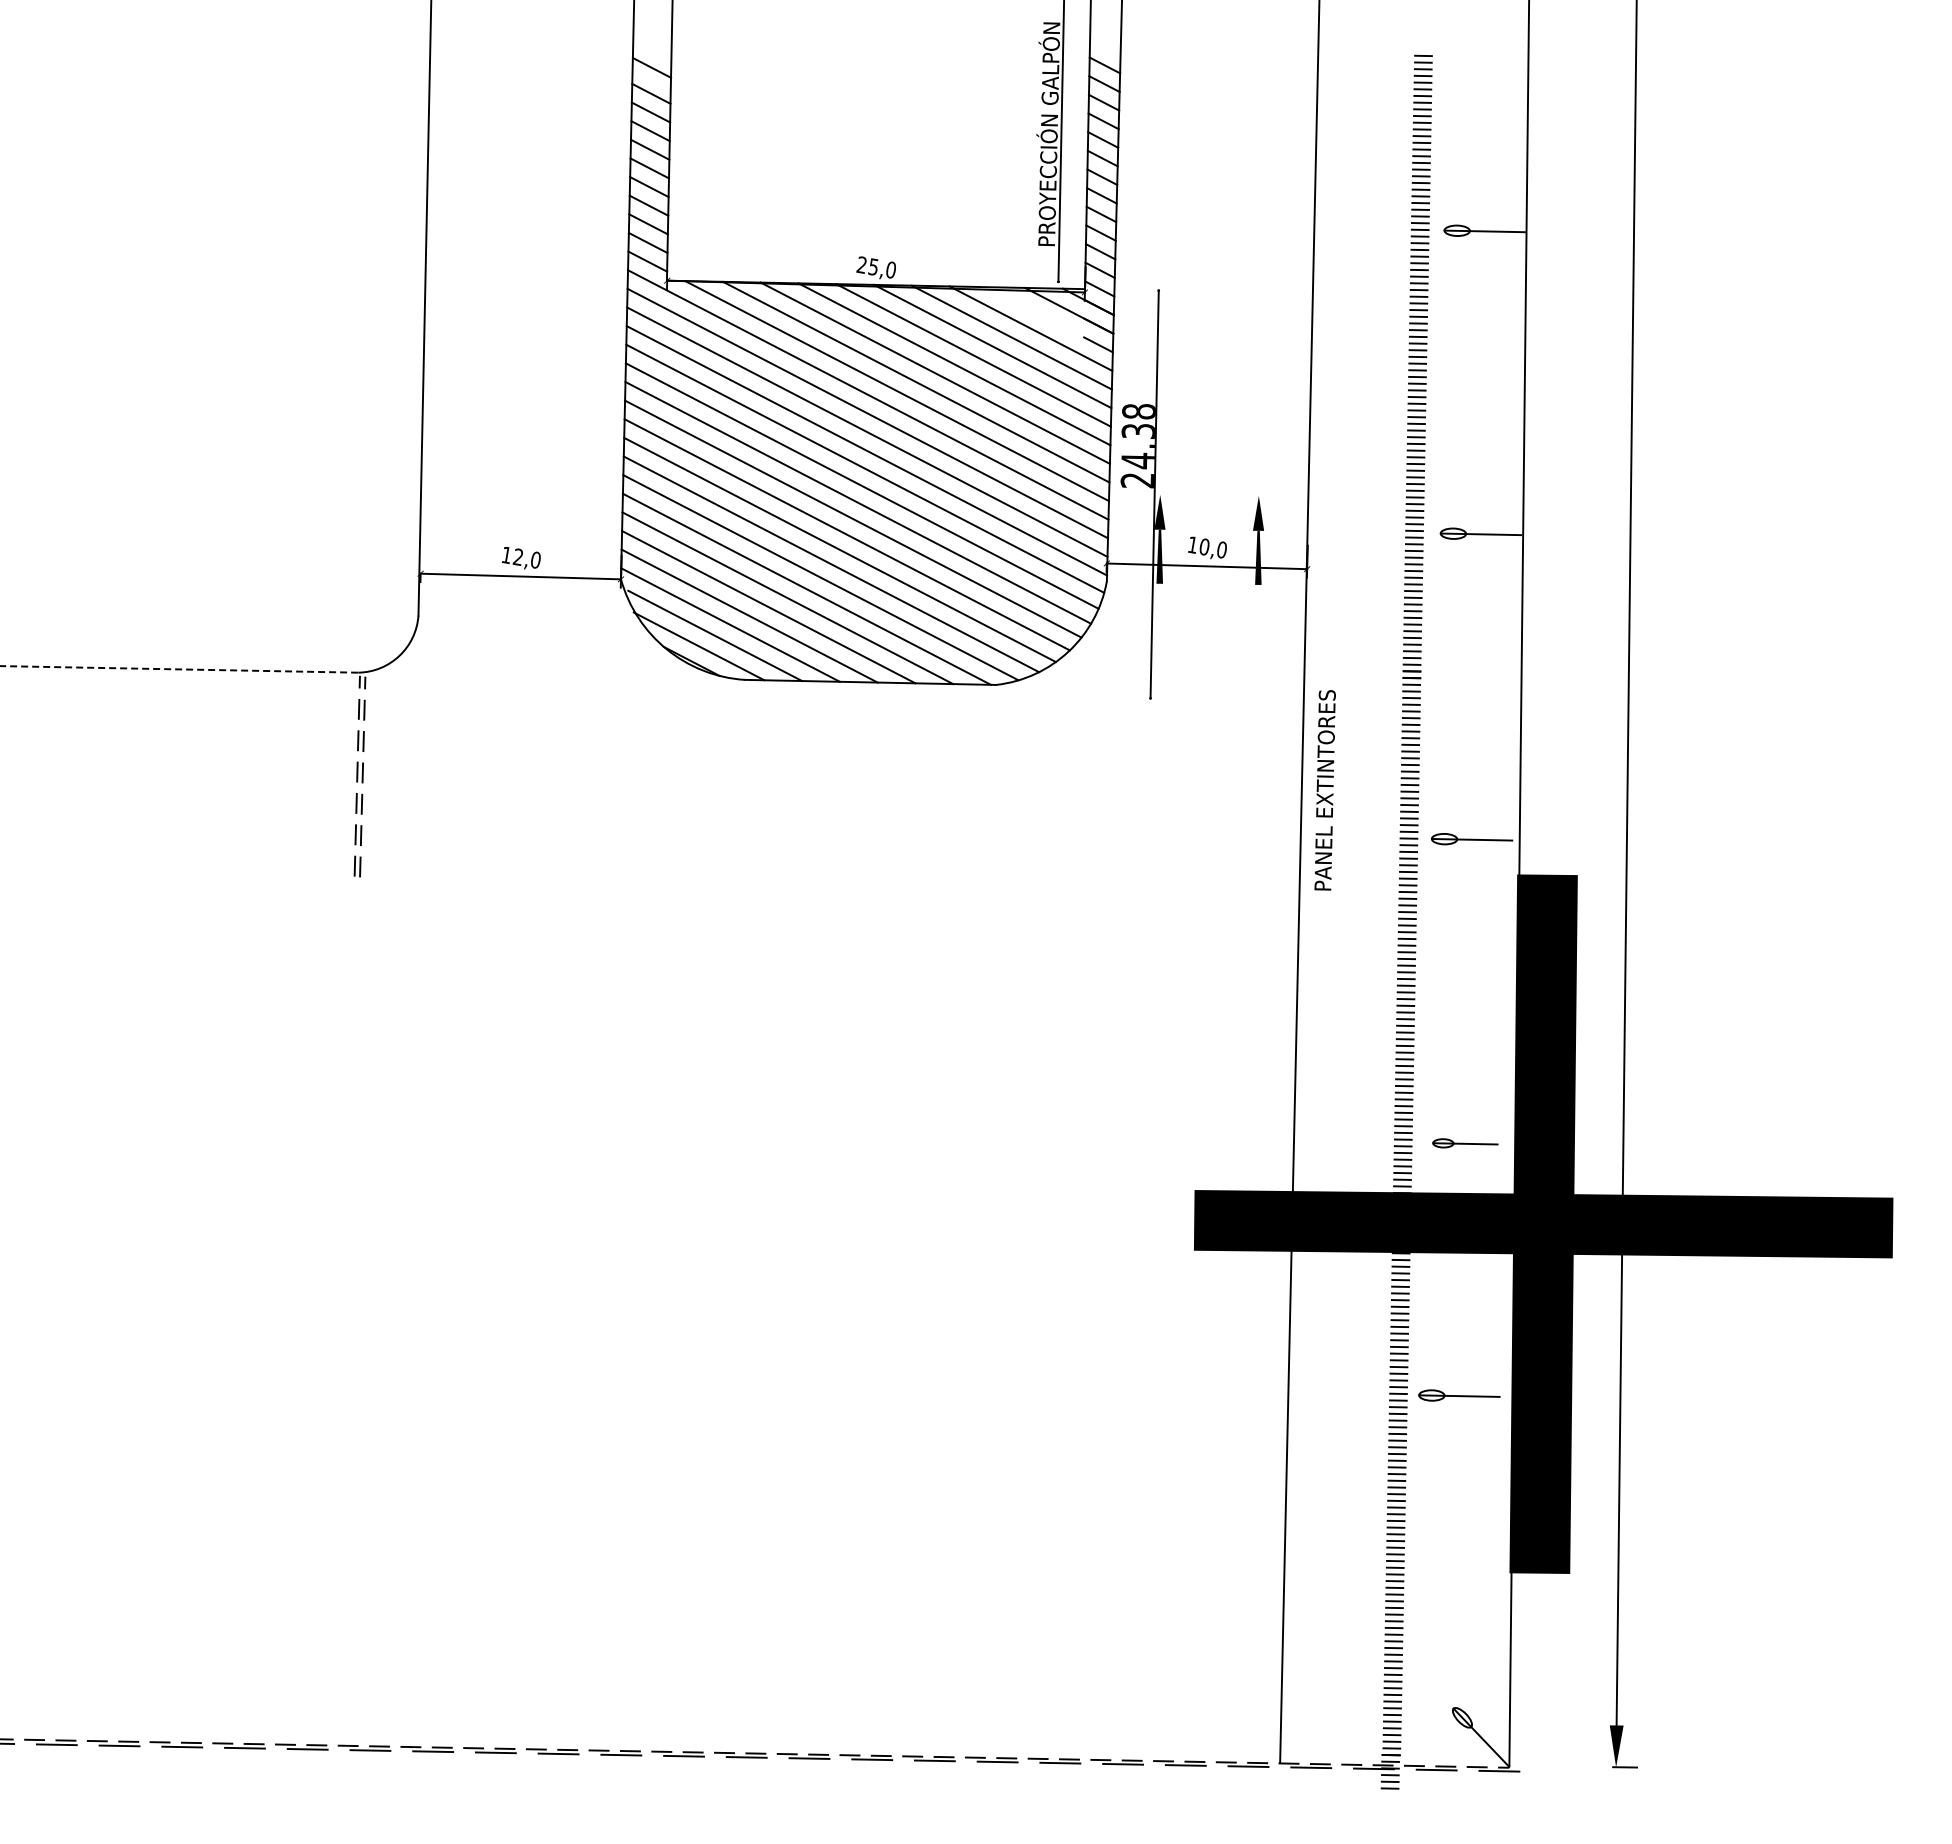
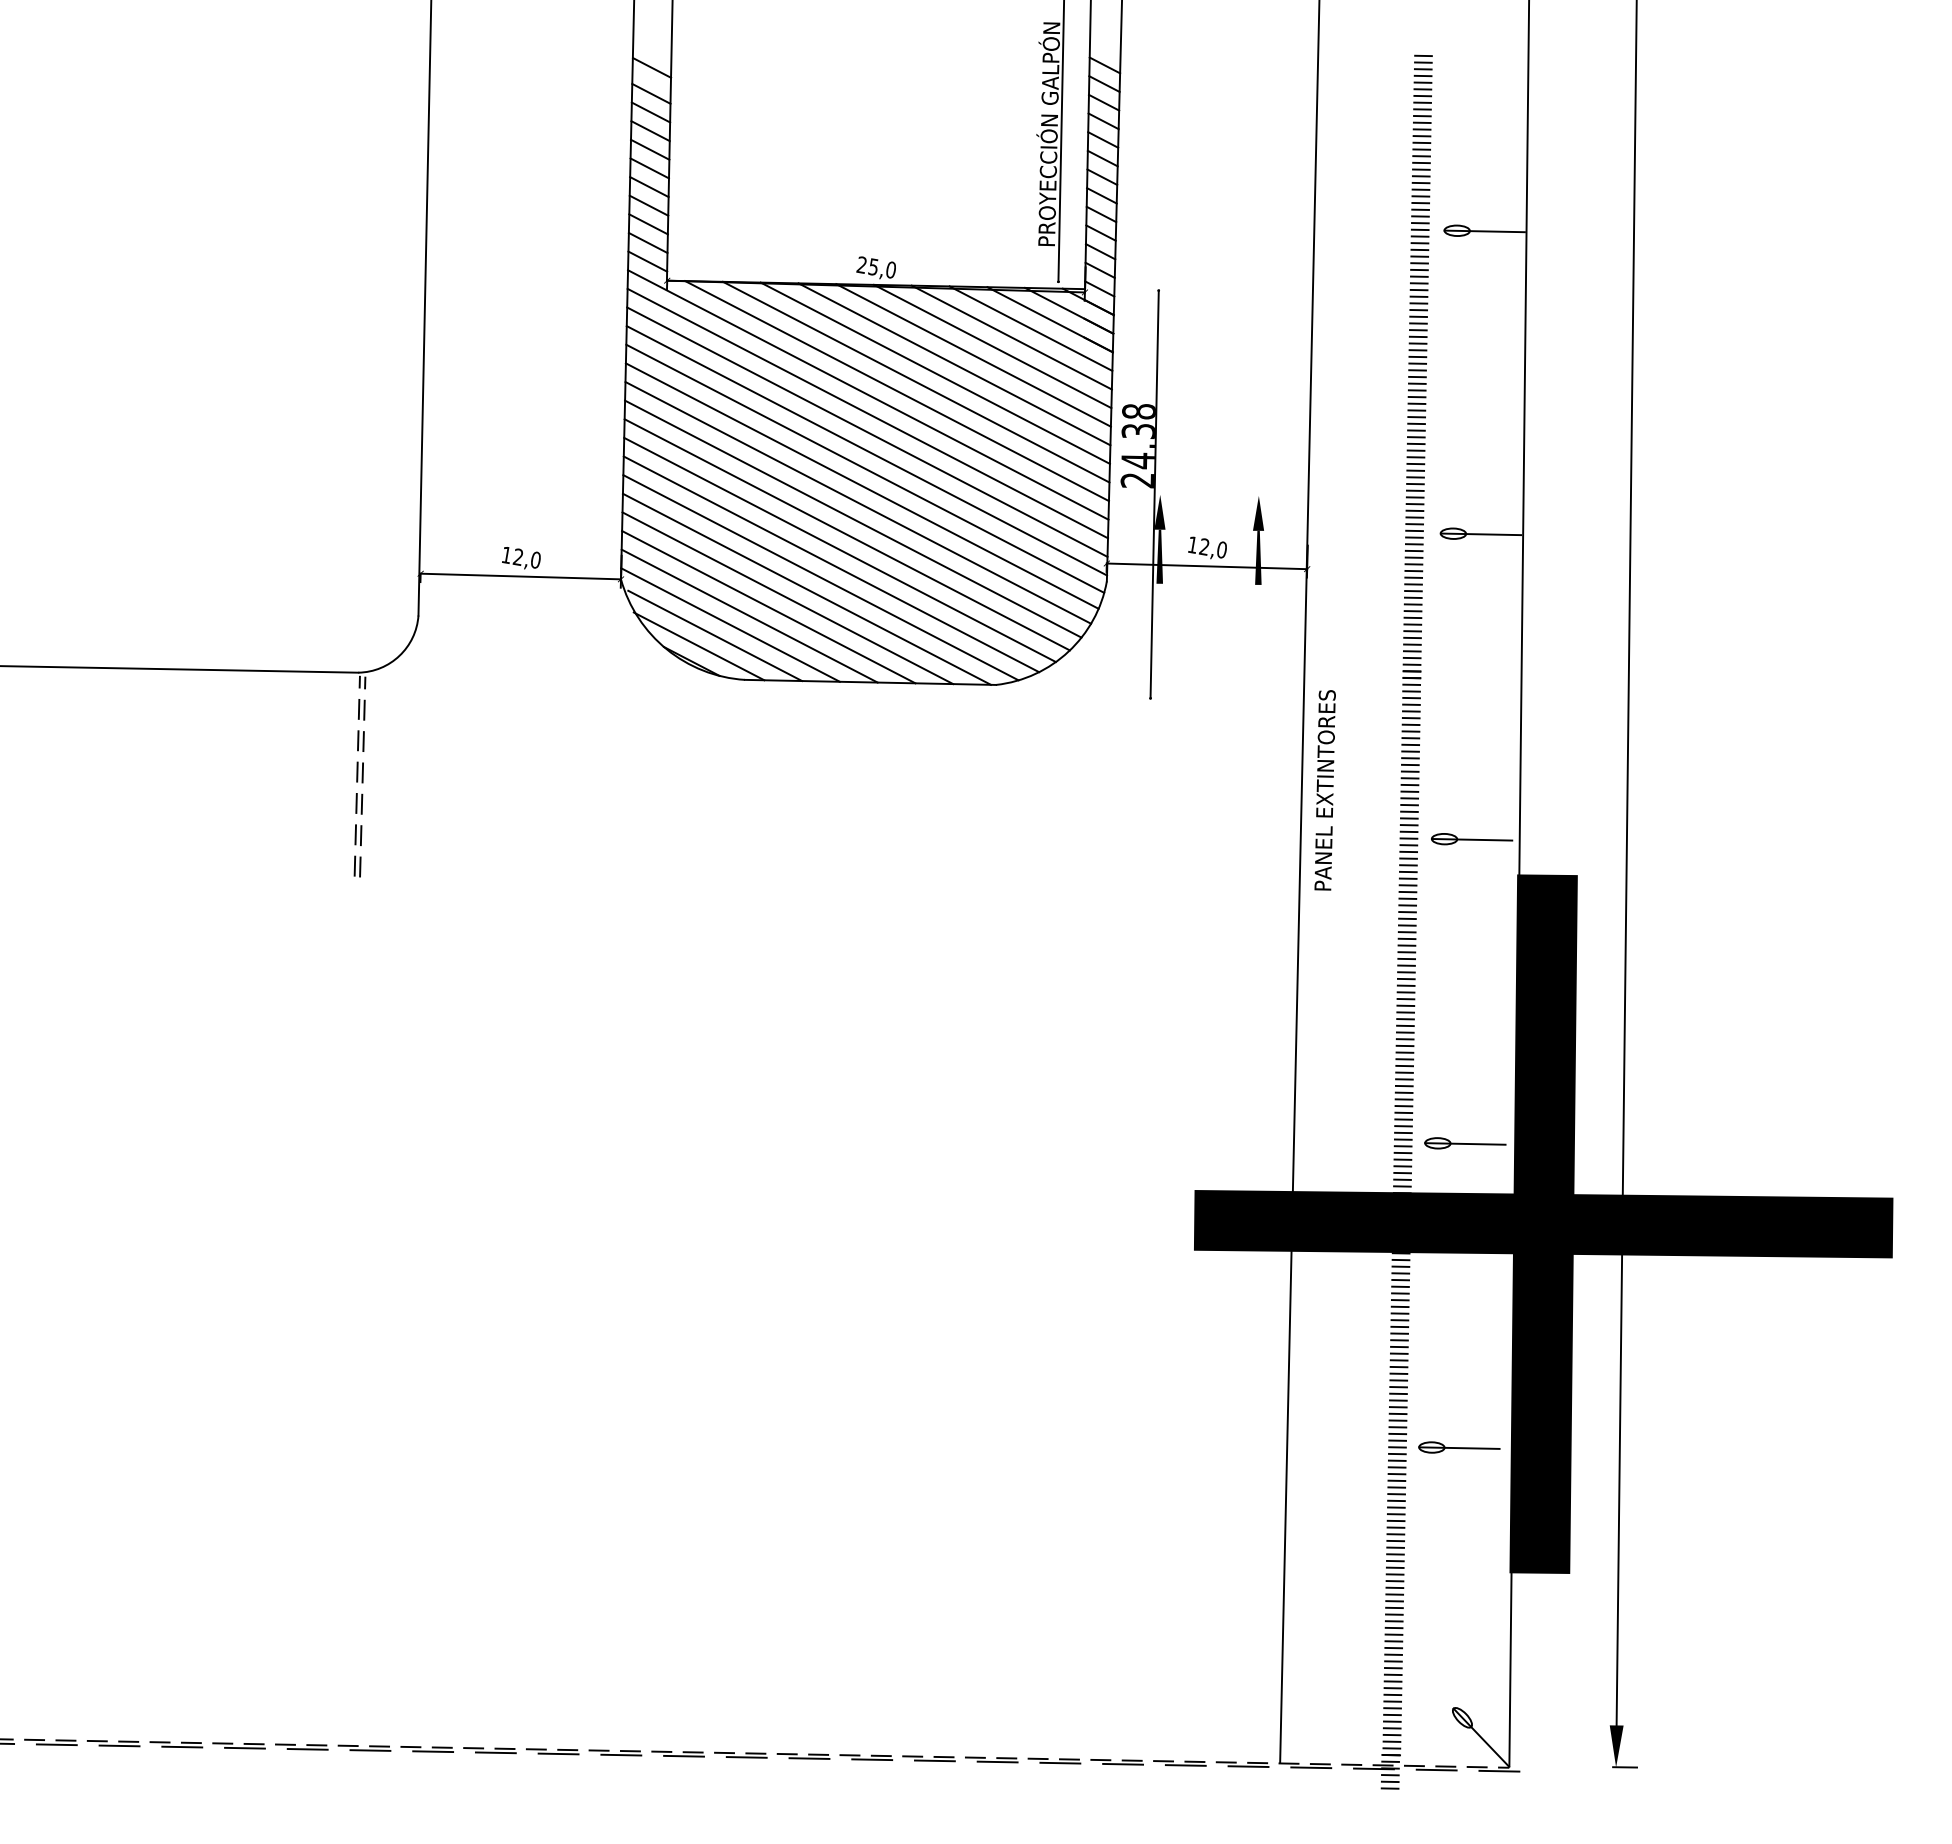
line at (1049, 319): none -> present
text at (1203, 546): 10,0 -> 12,0
line at (179, 669): dashed -> solid
part at (1465, 1143) size: 67x11 px -> 83x13 px
part at (1459, 1395) position: (1459, 1395) -> (1459, 1447)
